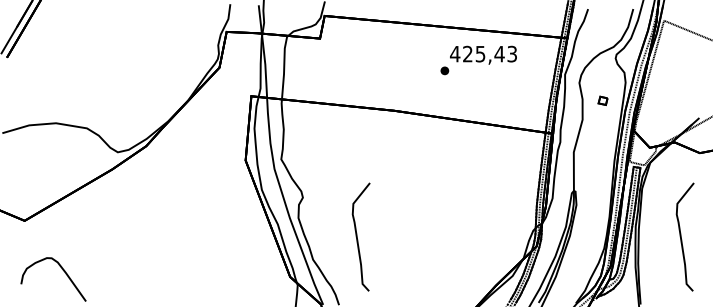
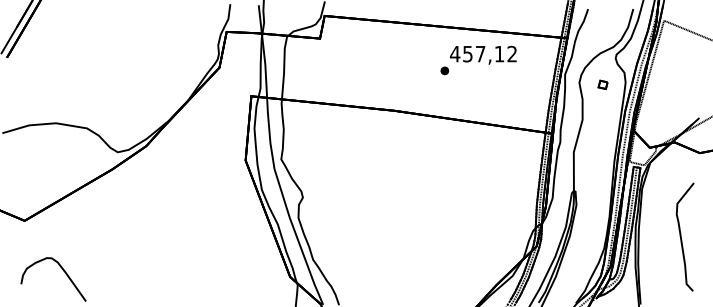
text at (489, 53): 425,43 -> 457,12
part at (602, 100) position: (602, 100) -> (602, 84)
part at (360, 236): present -> none
